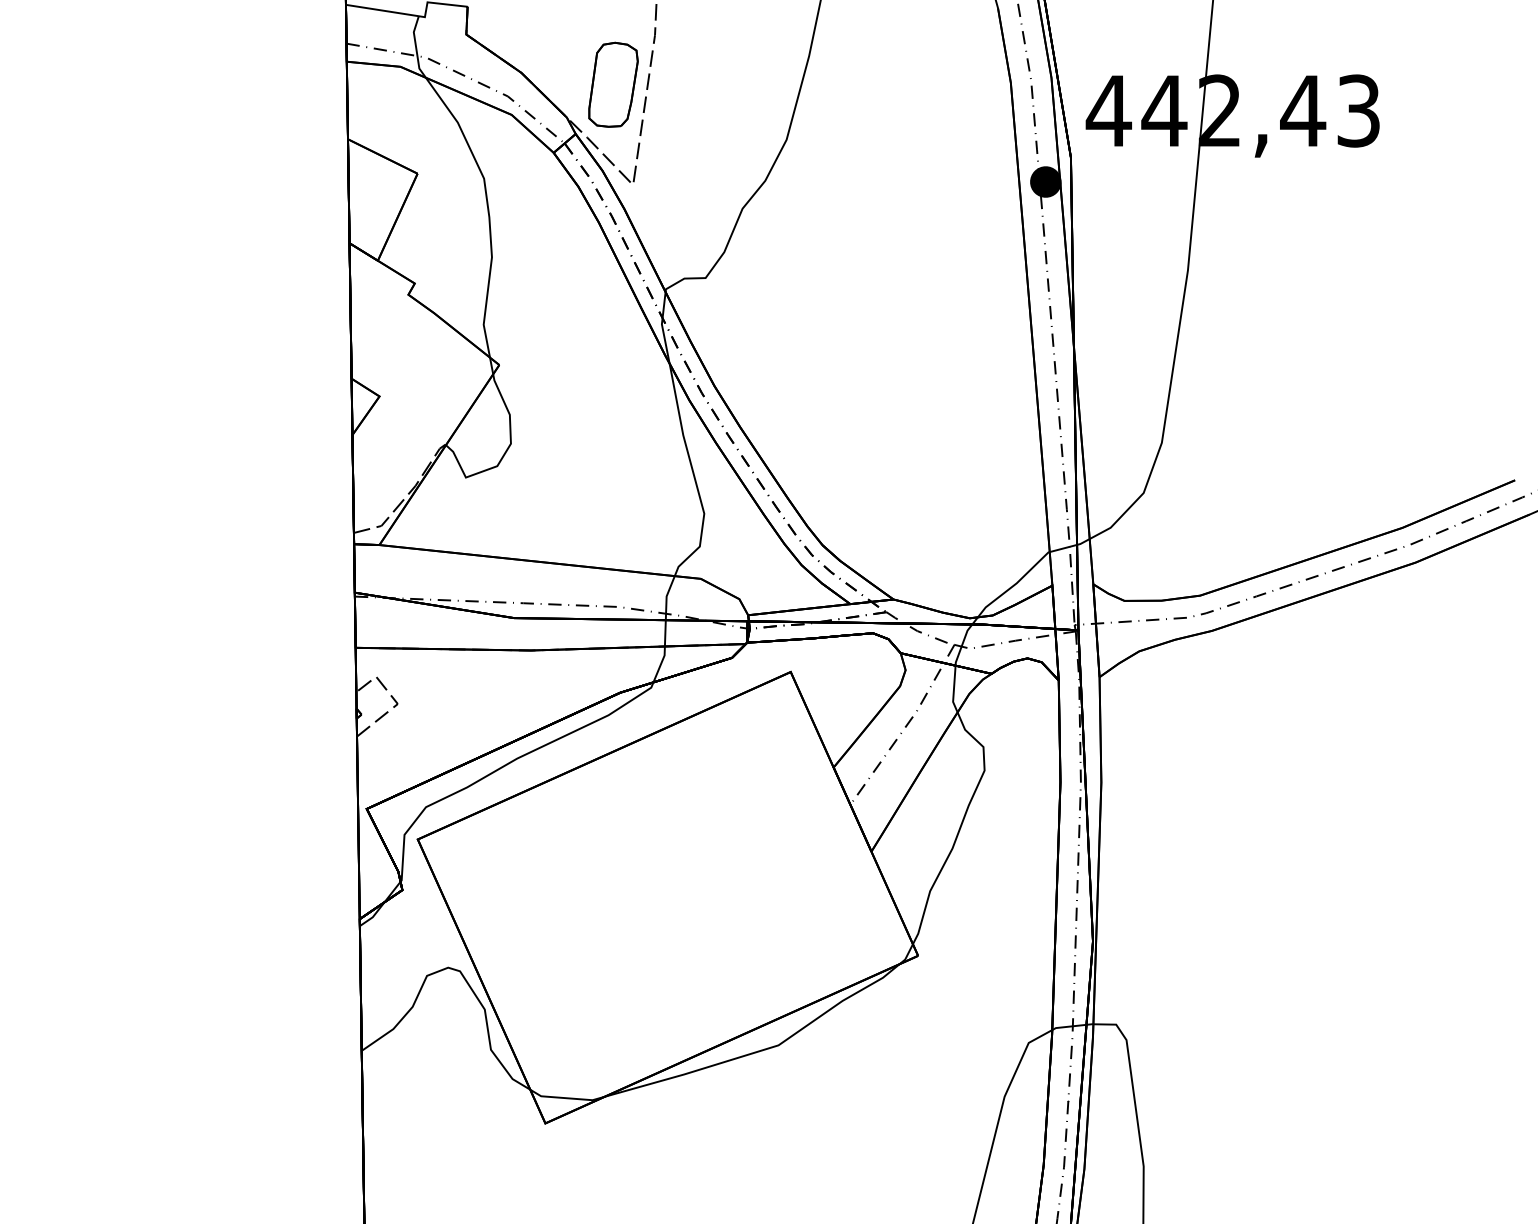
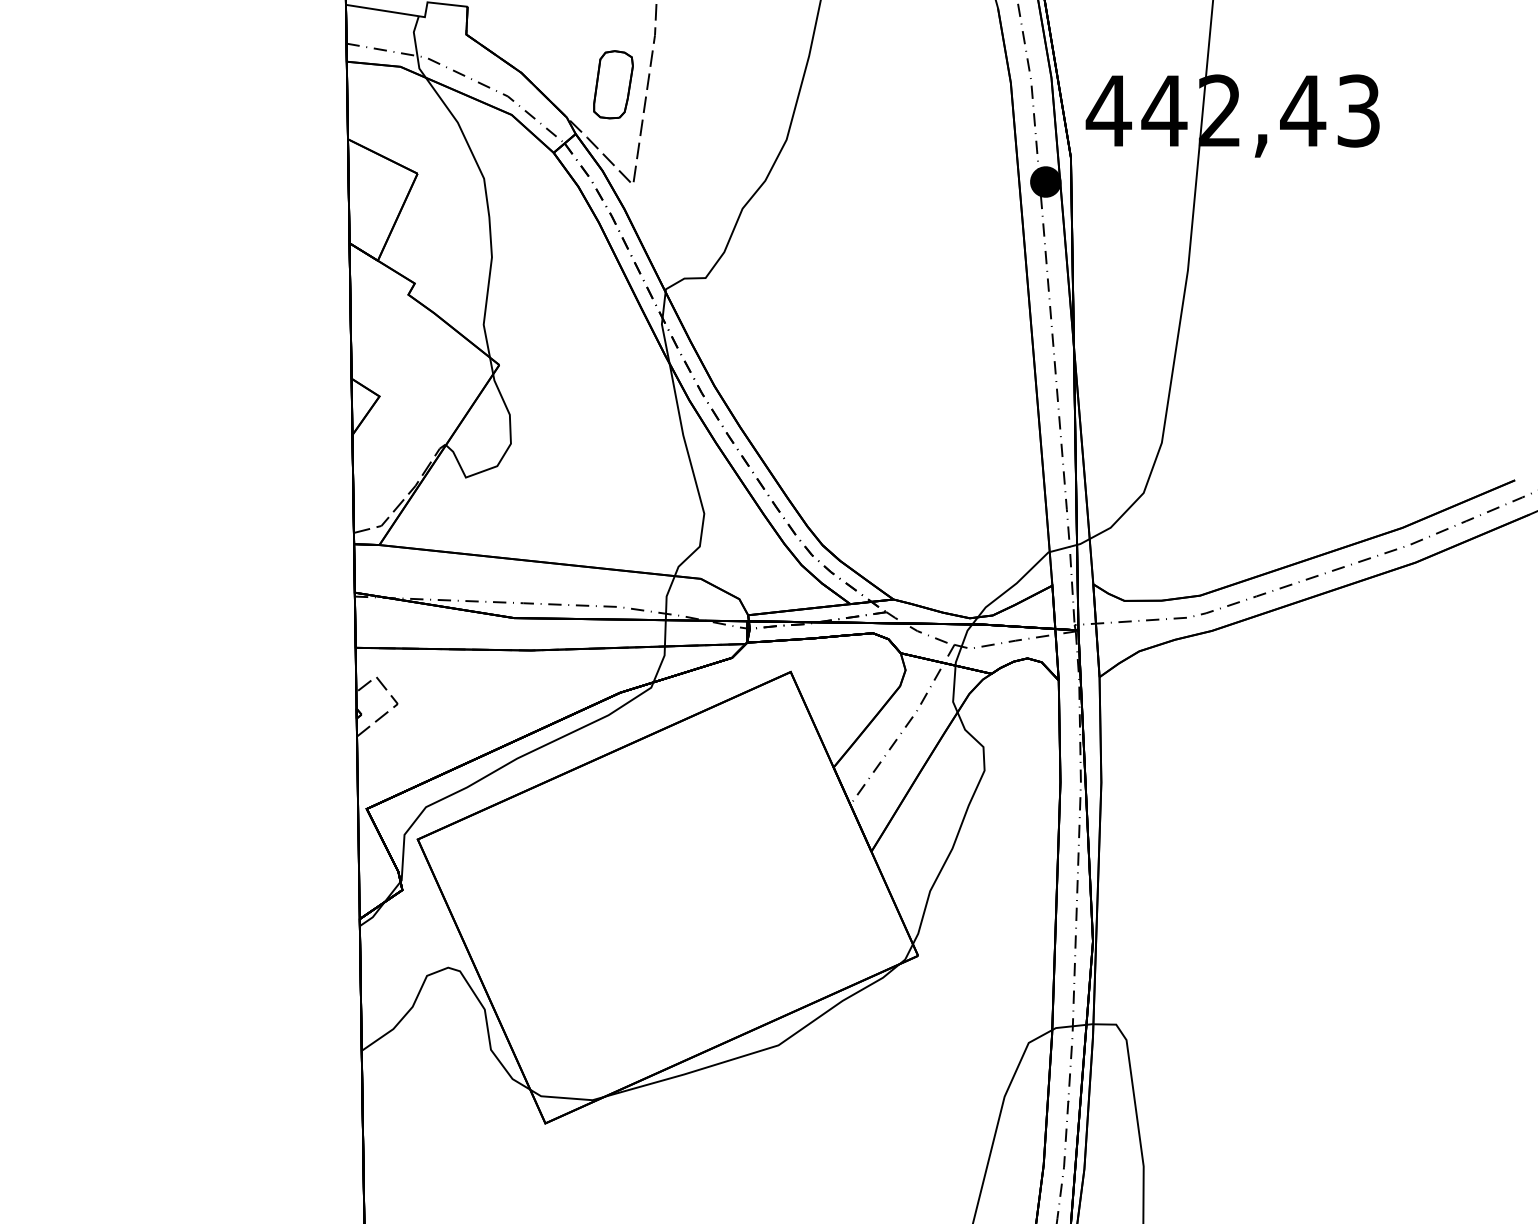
part at (613, 84) size: 51x87 px -> 41x70 px
